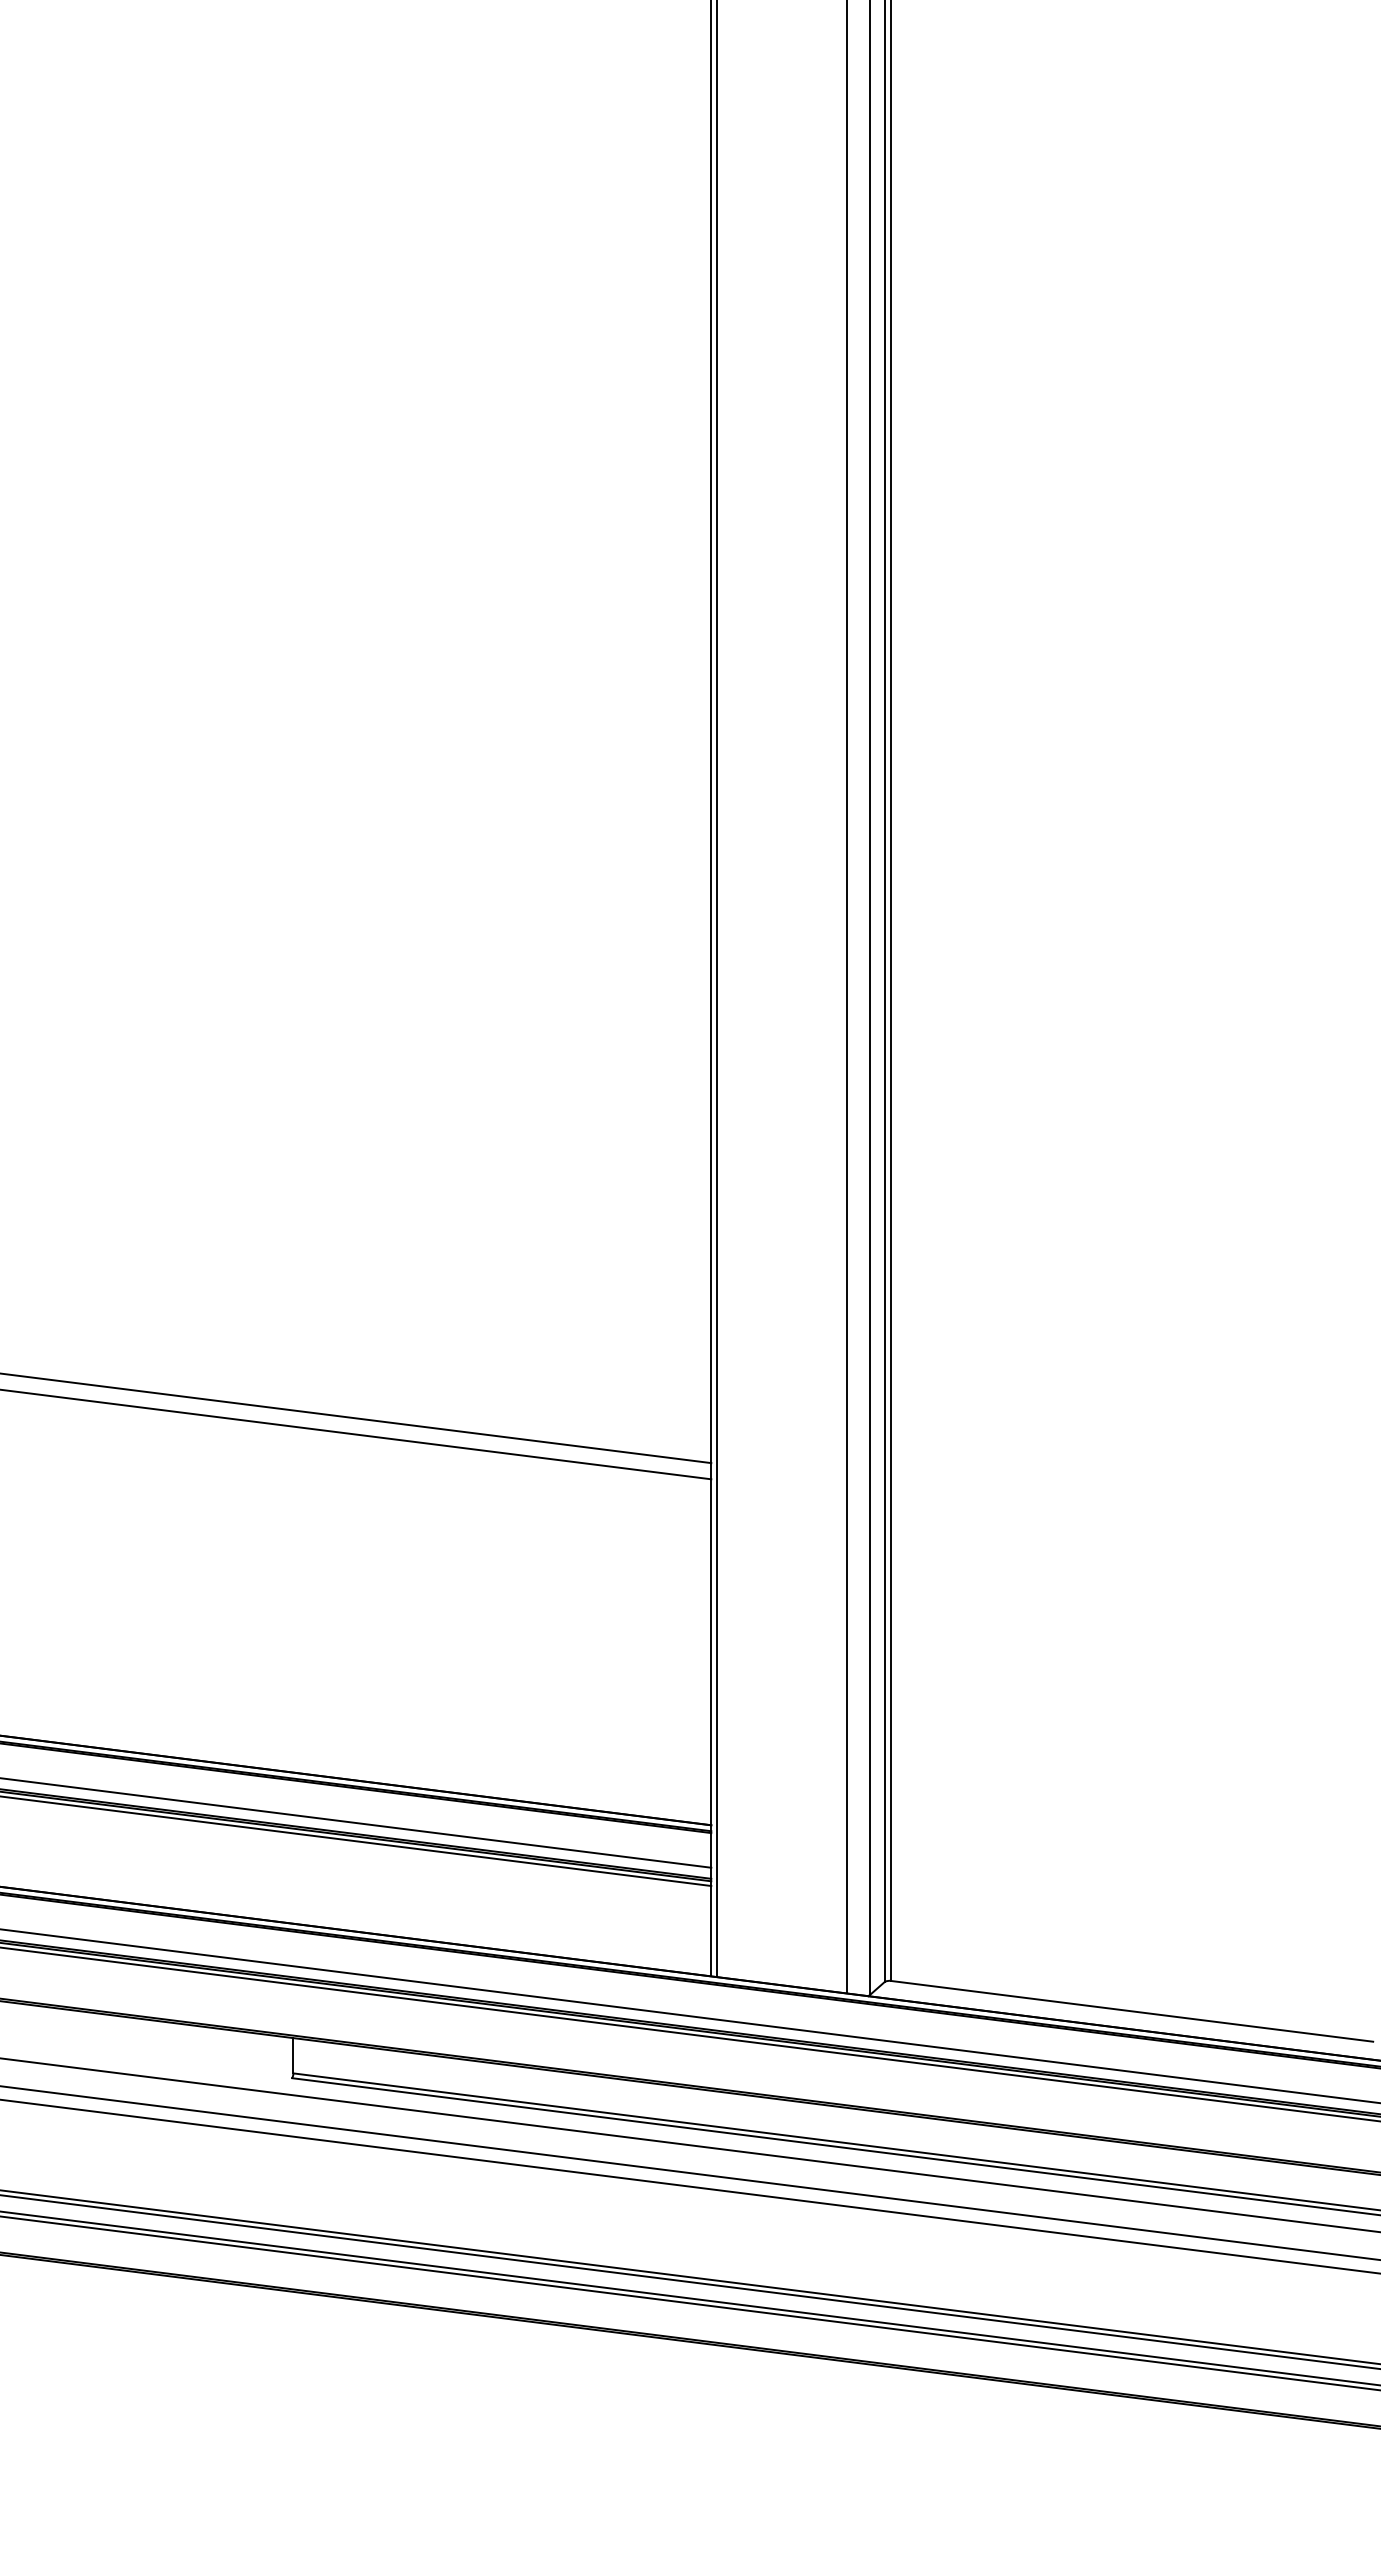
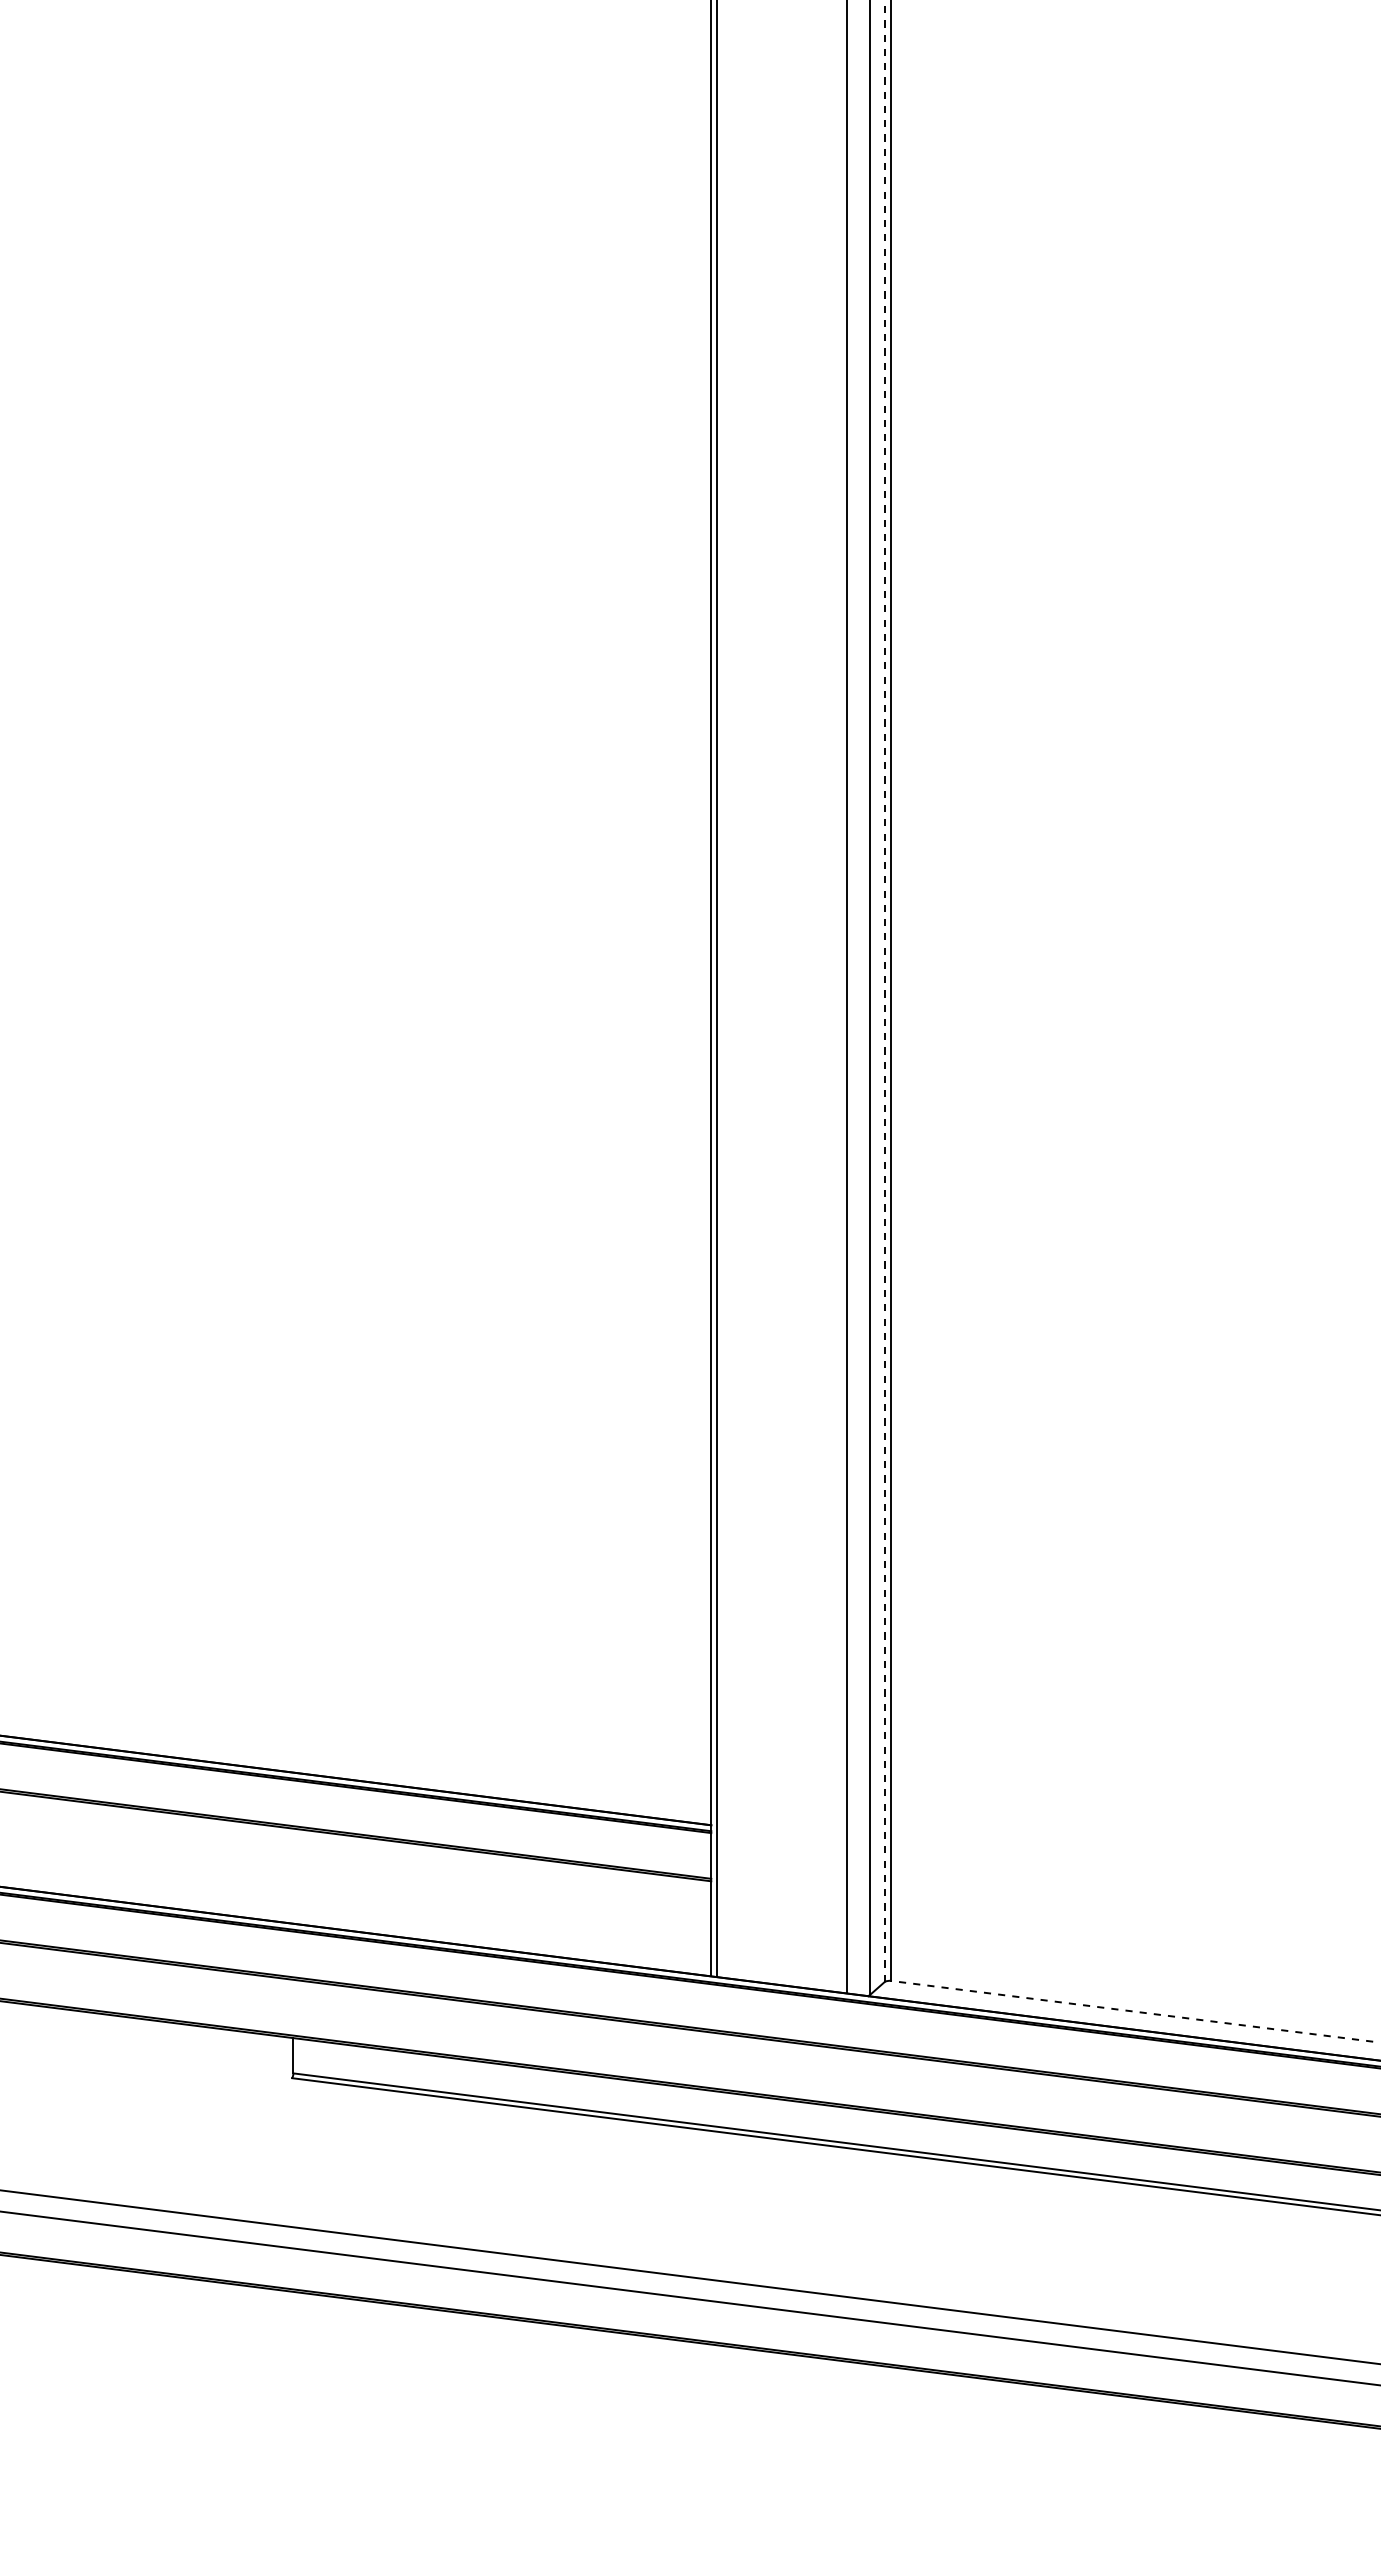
line at (884, 991): solid -> dashed
line at (356, 1418): present -> none
line at (356, 1434): present -> none
line at (356, 1822): present -> none
line at (356, 1841): present -> none
line at (1132, 2011): solid -> dashed
line at (689, 2015): present -> none
line at (689, 2034): present -> none
line at (689, 2144): present -> none
line at (689, 2172): present -> none
line at (689, 2186): present -> none
line at (689, 2281): present -> none
line at (689, 2303): present -> none
